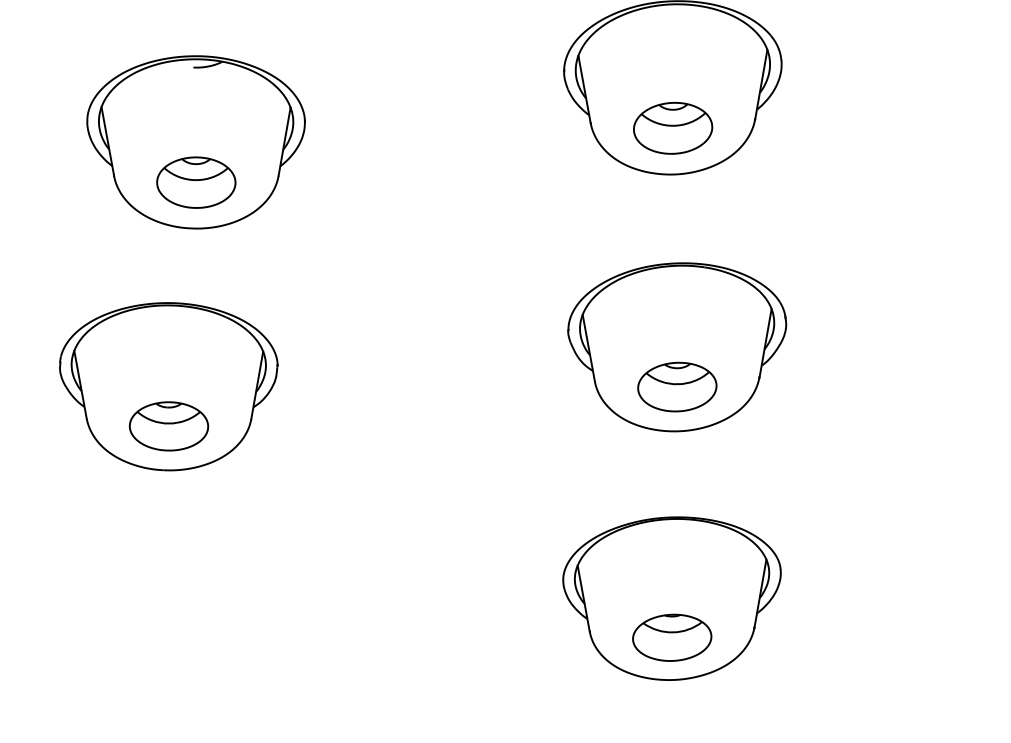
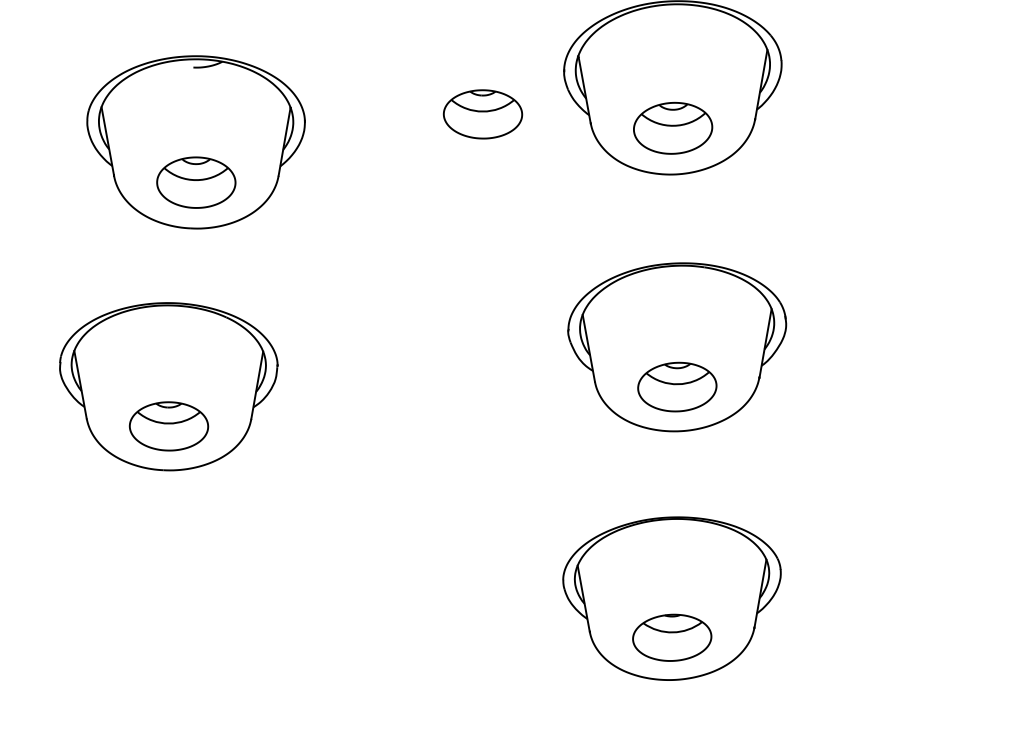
part at (482, 114): none -> present
